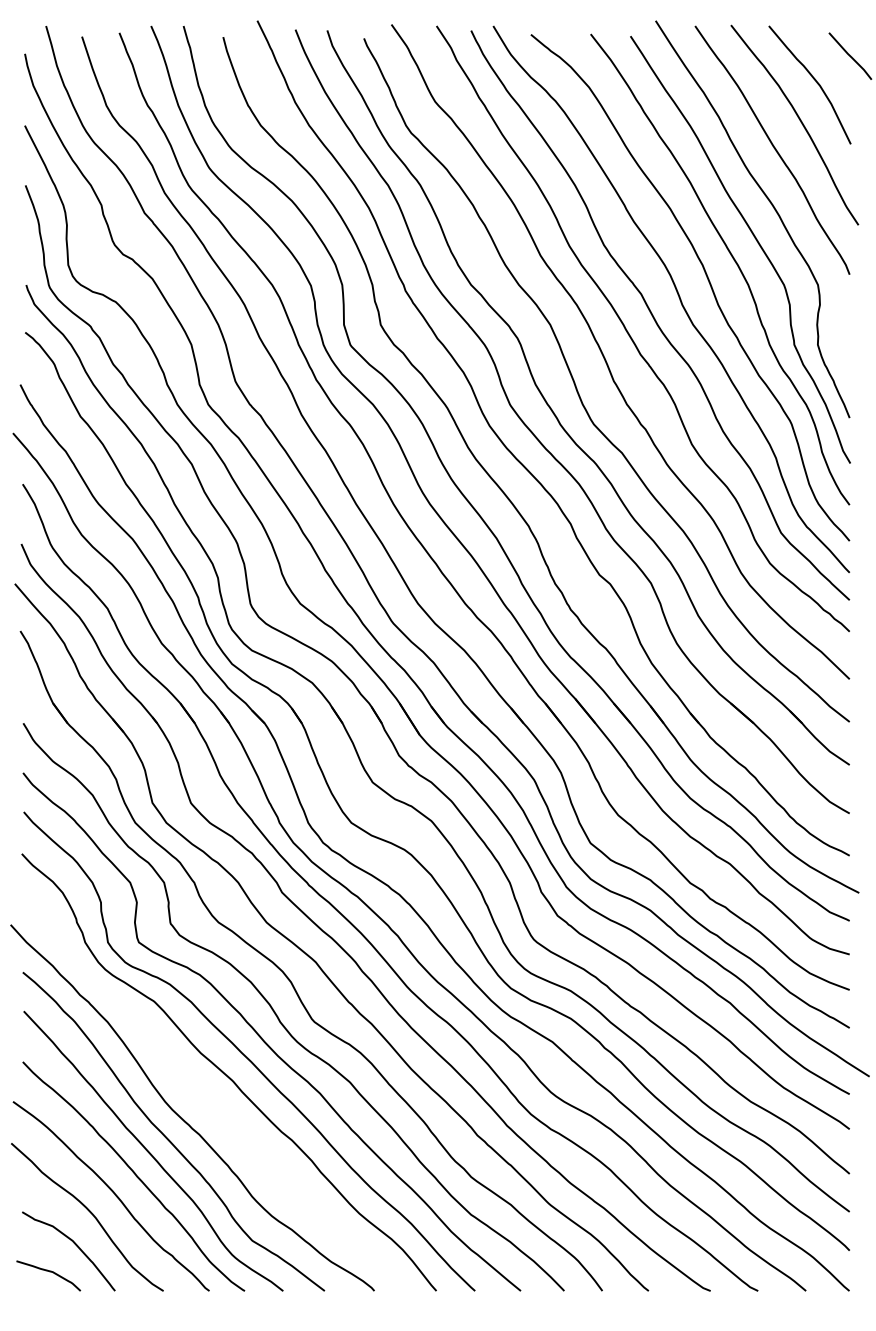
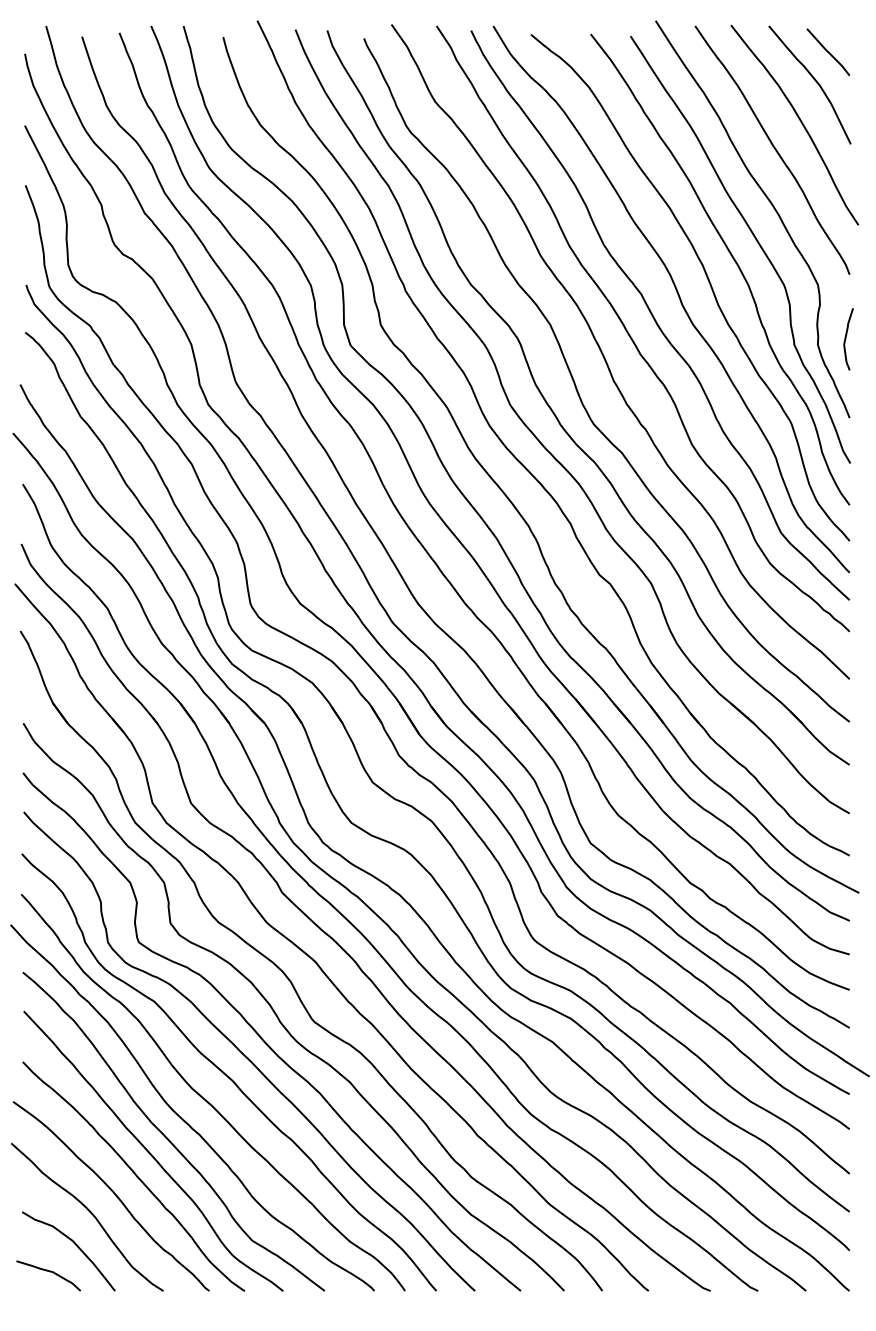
line at (850, 55) position: (850, 55) -> (828, 51)
curve at (846, 339): none -> present
curve at (206, 1099): none -> present
